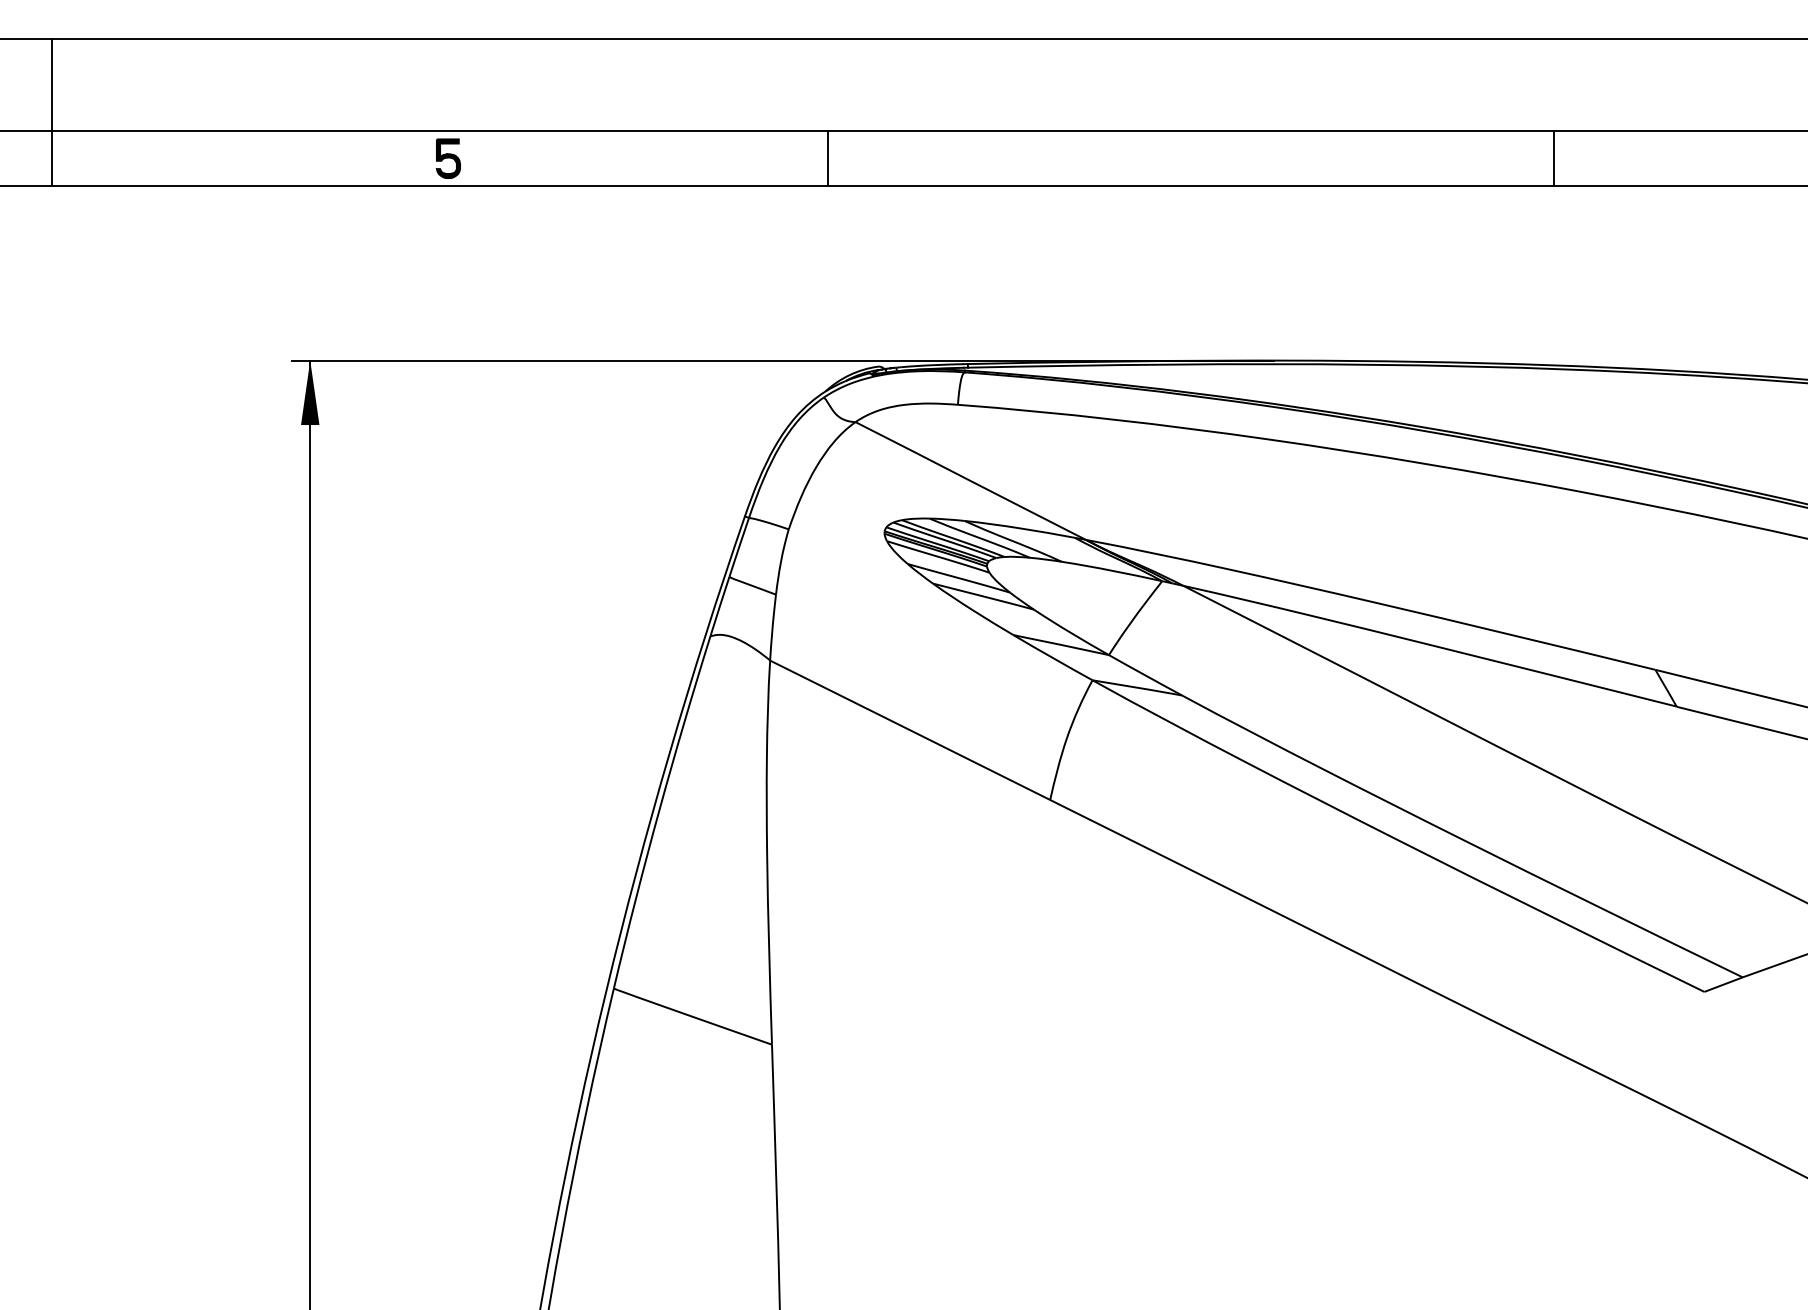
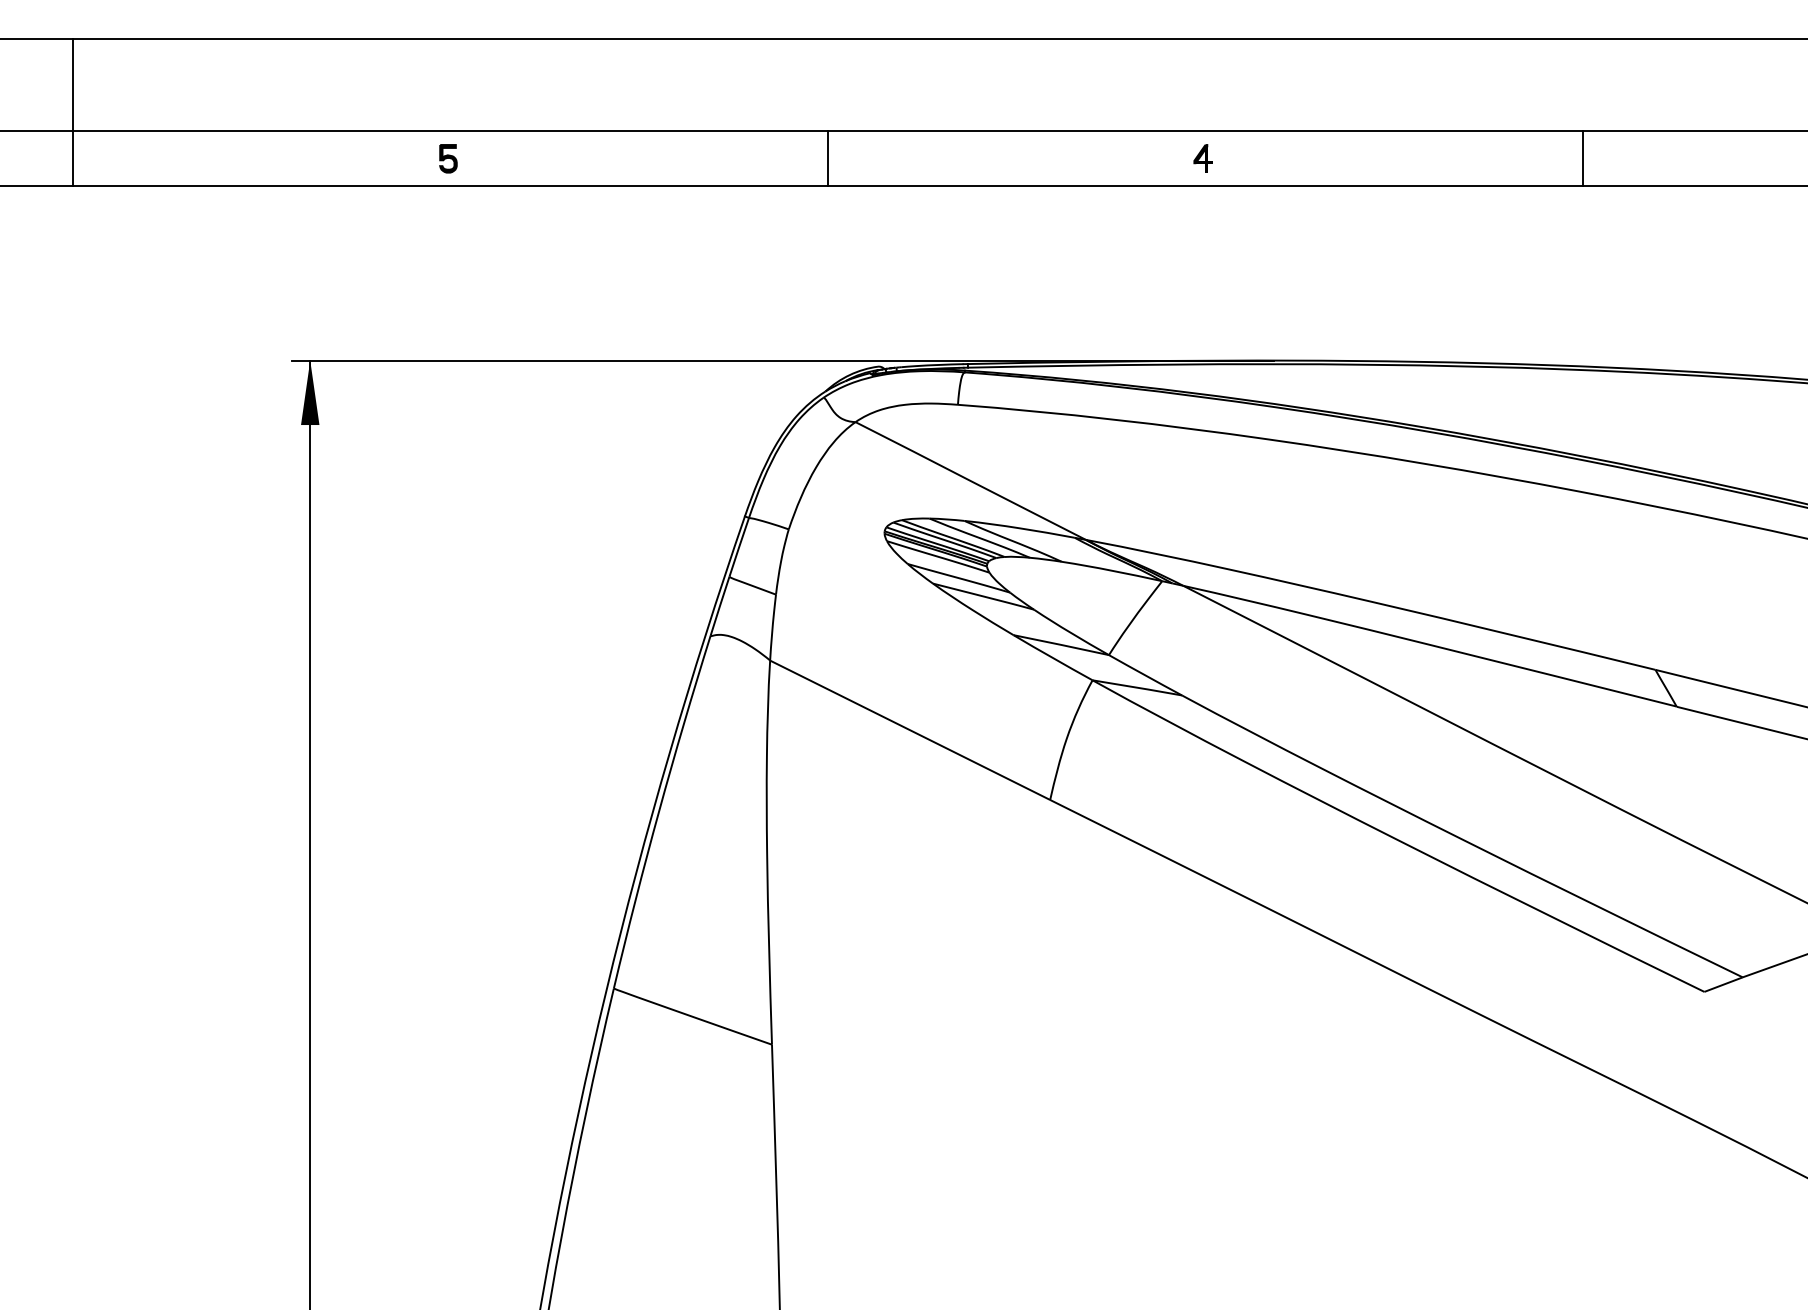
line at (51, 112) position: (51, 112) -> (72, 112)
part at (447, 158) size: 26x41 px -> 19x30 px
part at (1202, 158): none -> present
line at (1553, 158) position: (1553, 158) -> (1582, 158)
